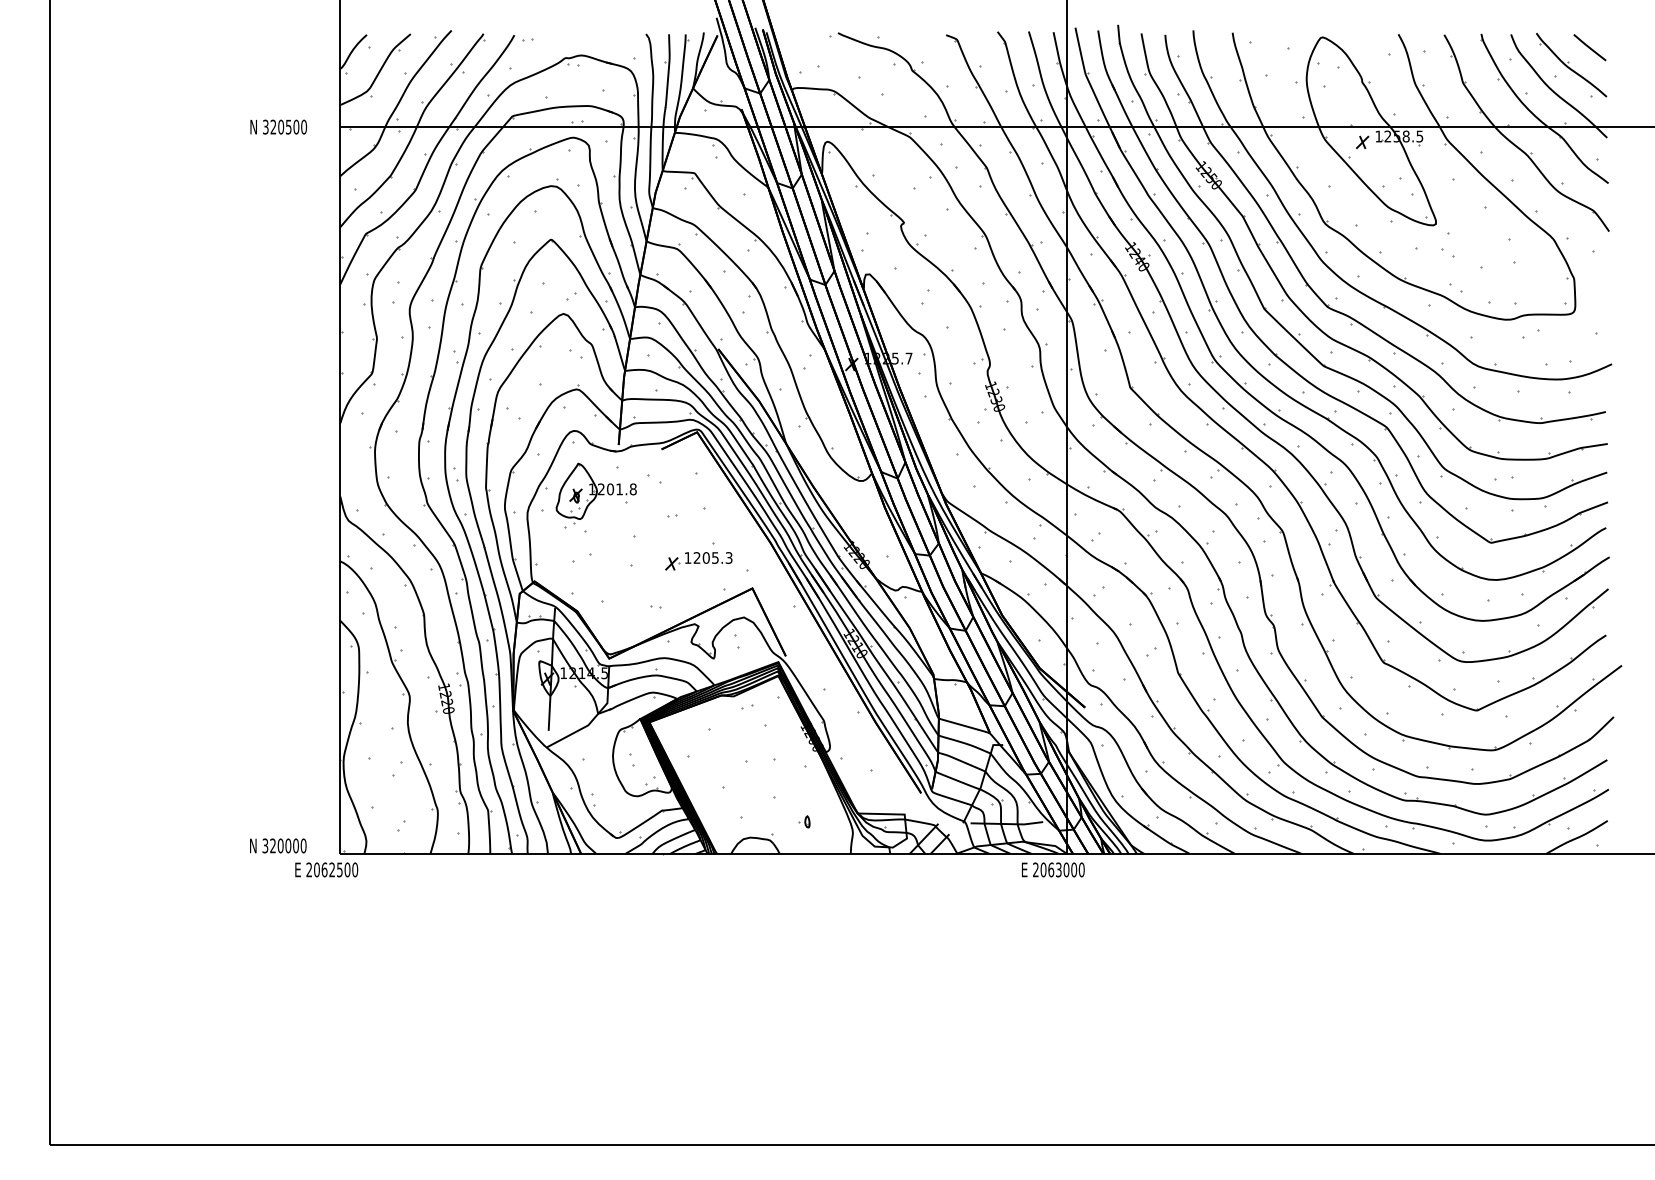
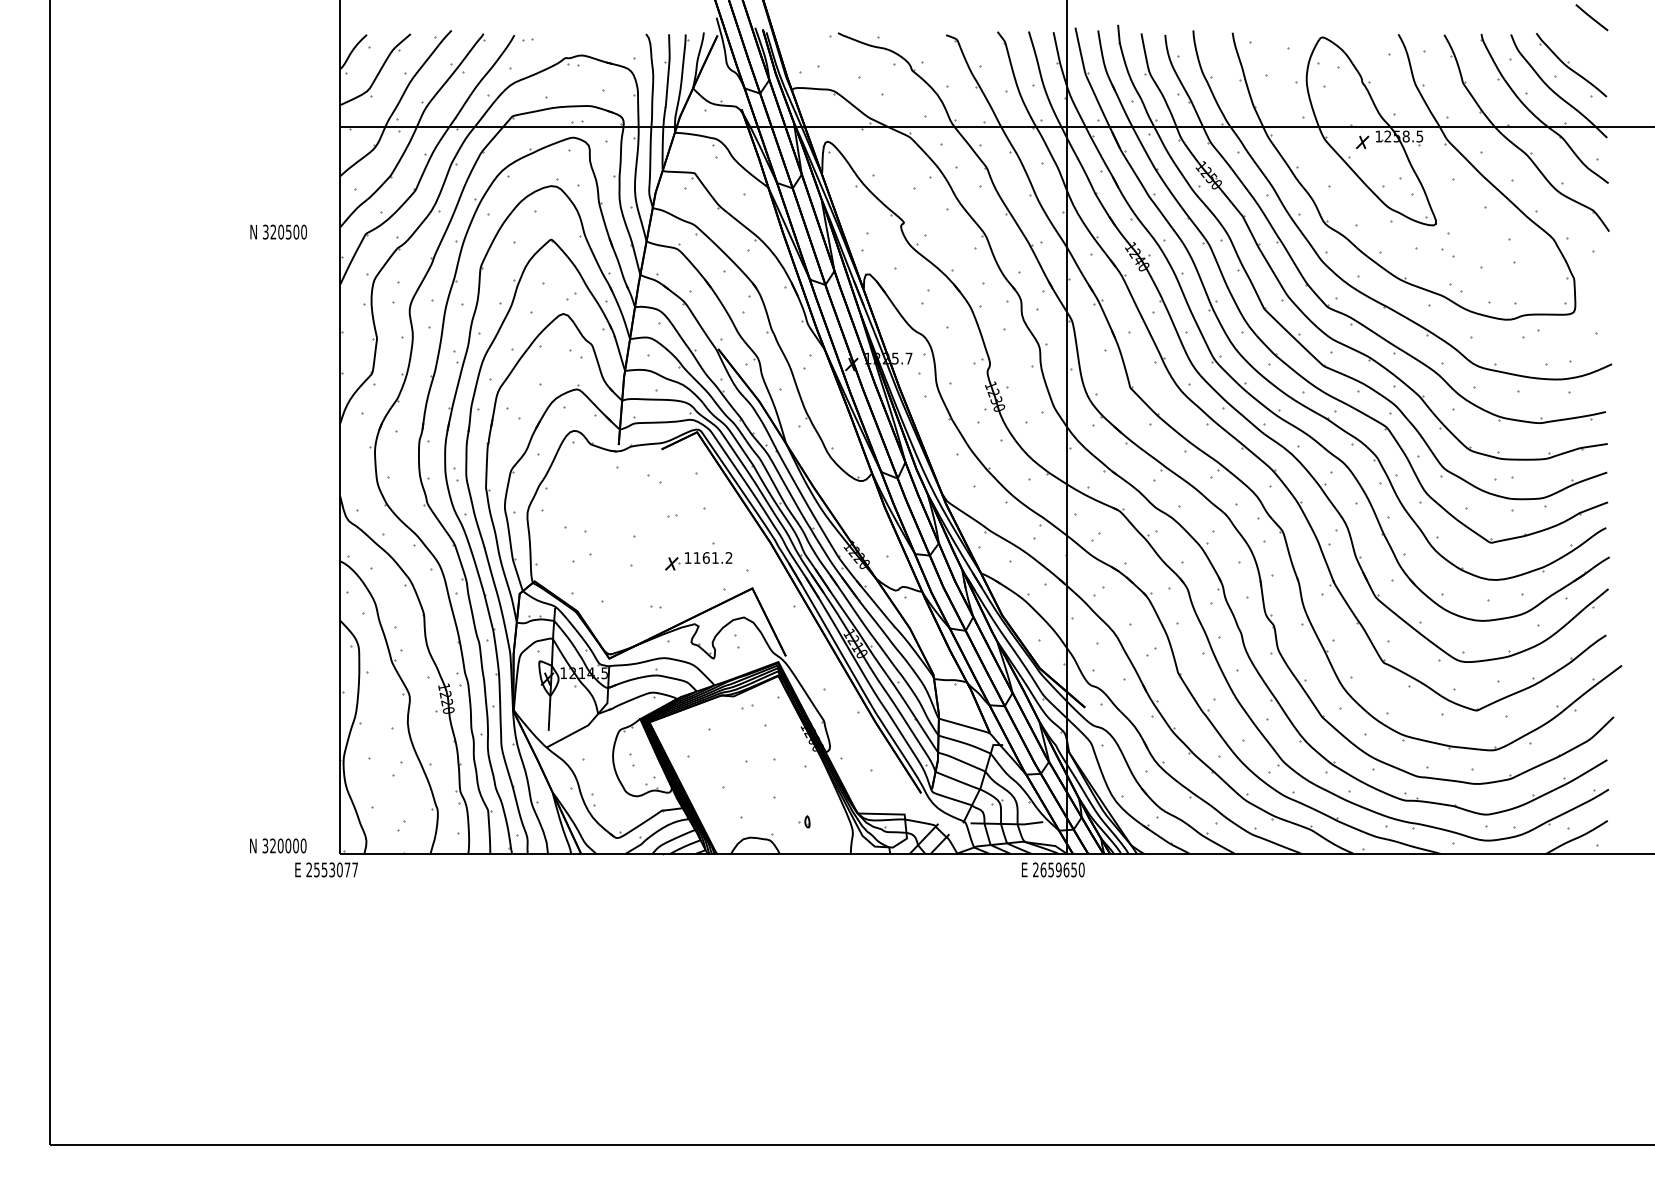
line at (1589, 47) position: (1589, 47) -> (1591, 17)
text at (278, 126) position: (278, 126) -> (278, 231)
part at (595, 493): present -> none
text at (712, 557): 1205.3 -> 1161.2
text at (336, 869): 2062500 -> 2553077
text at (1058, 869): 2063000 -> 2659650
